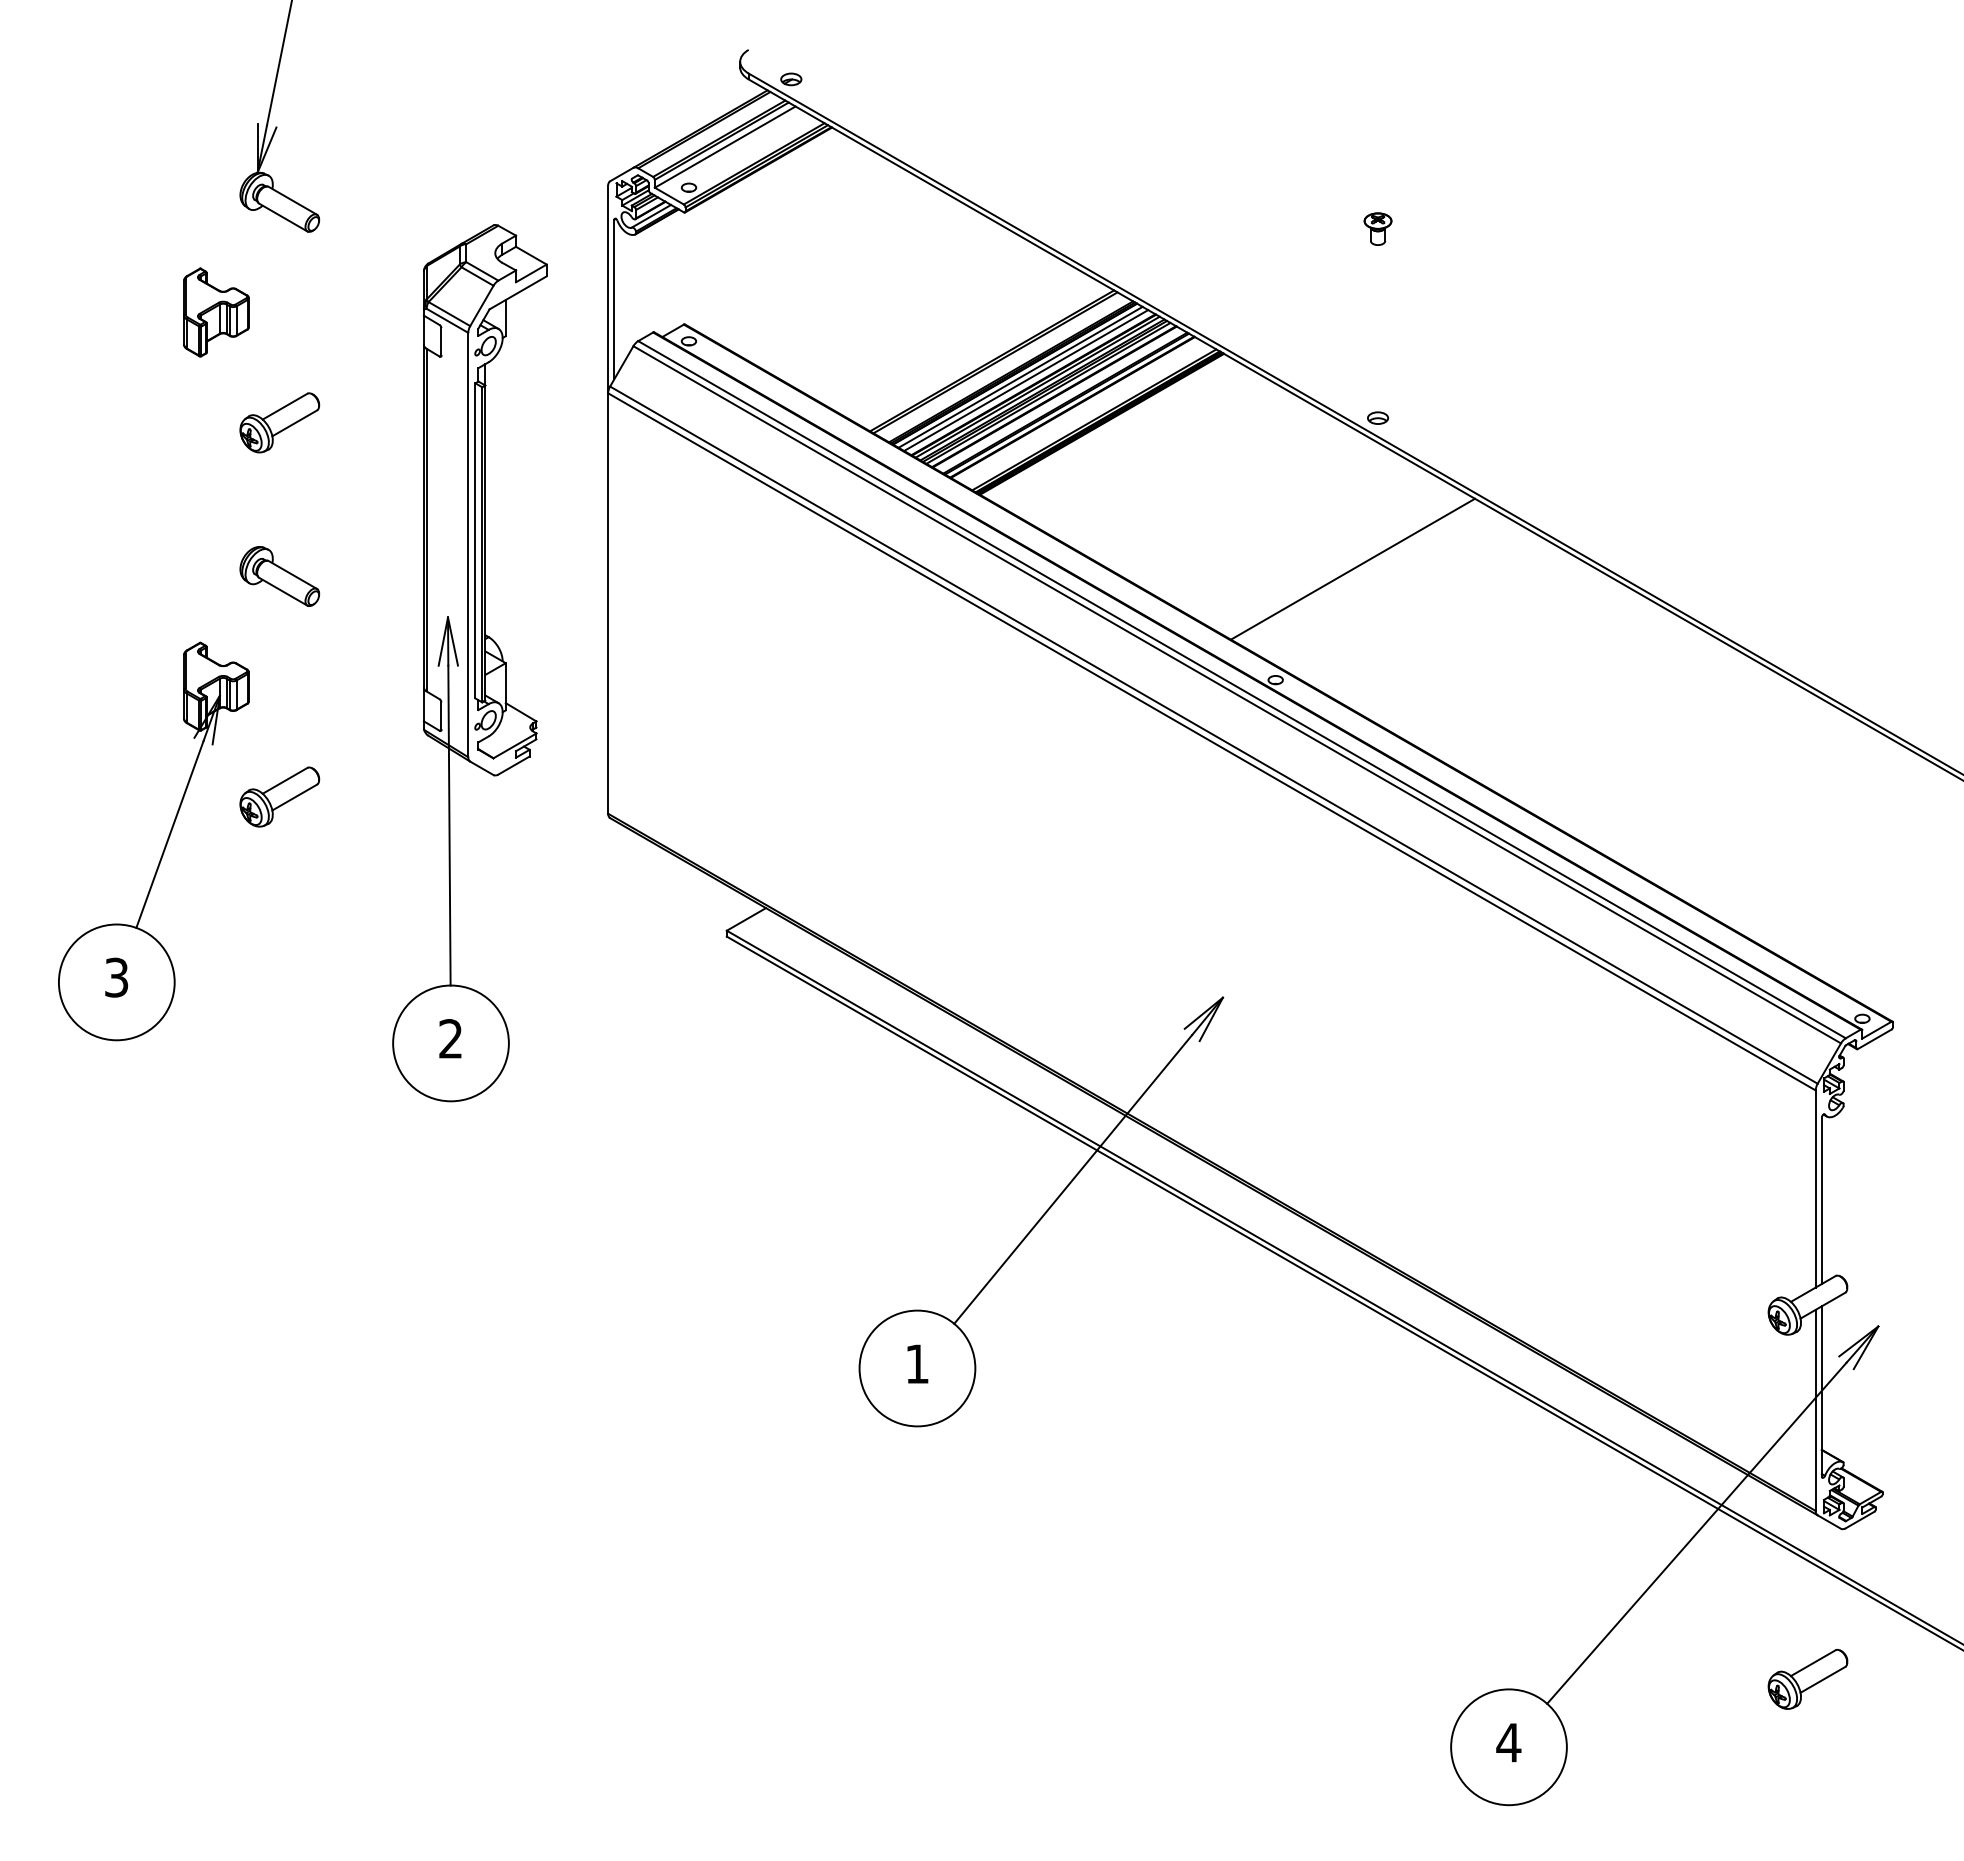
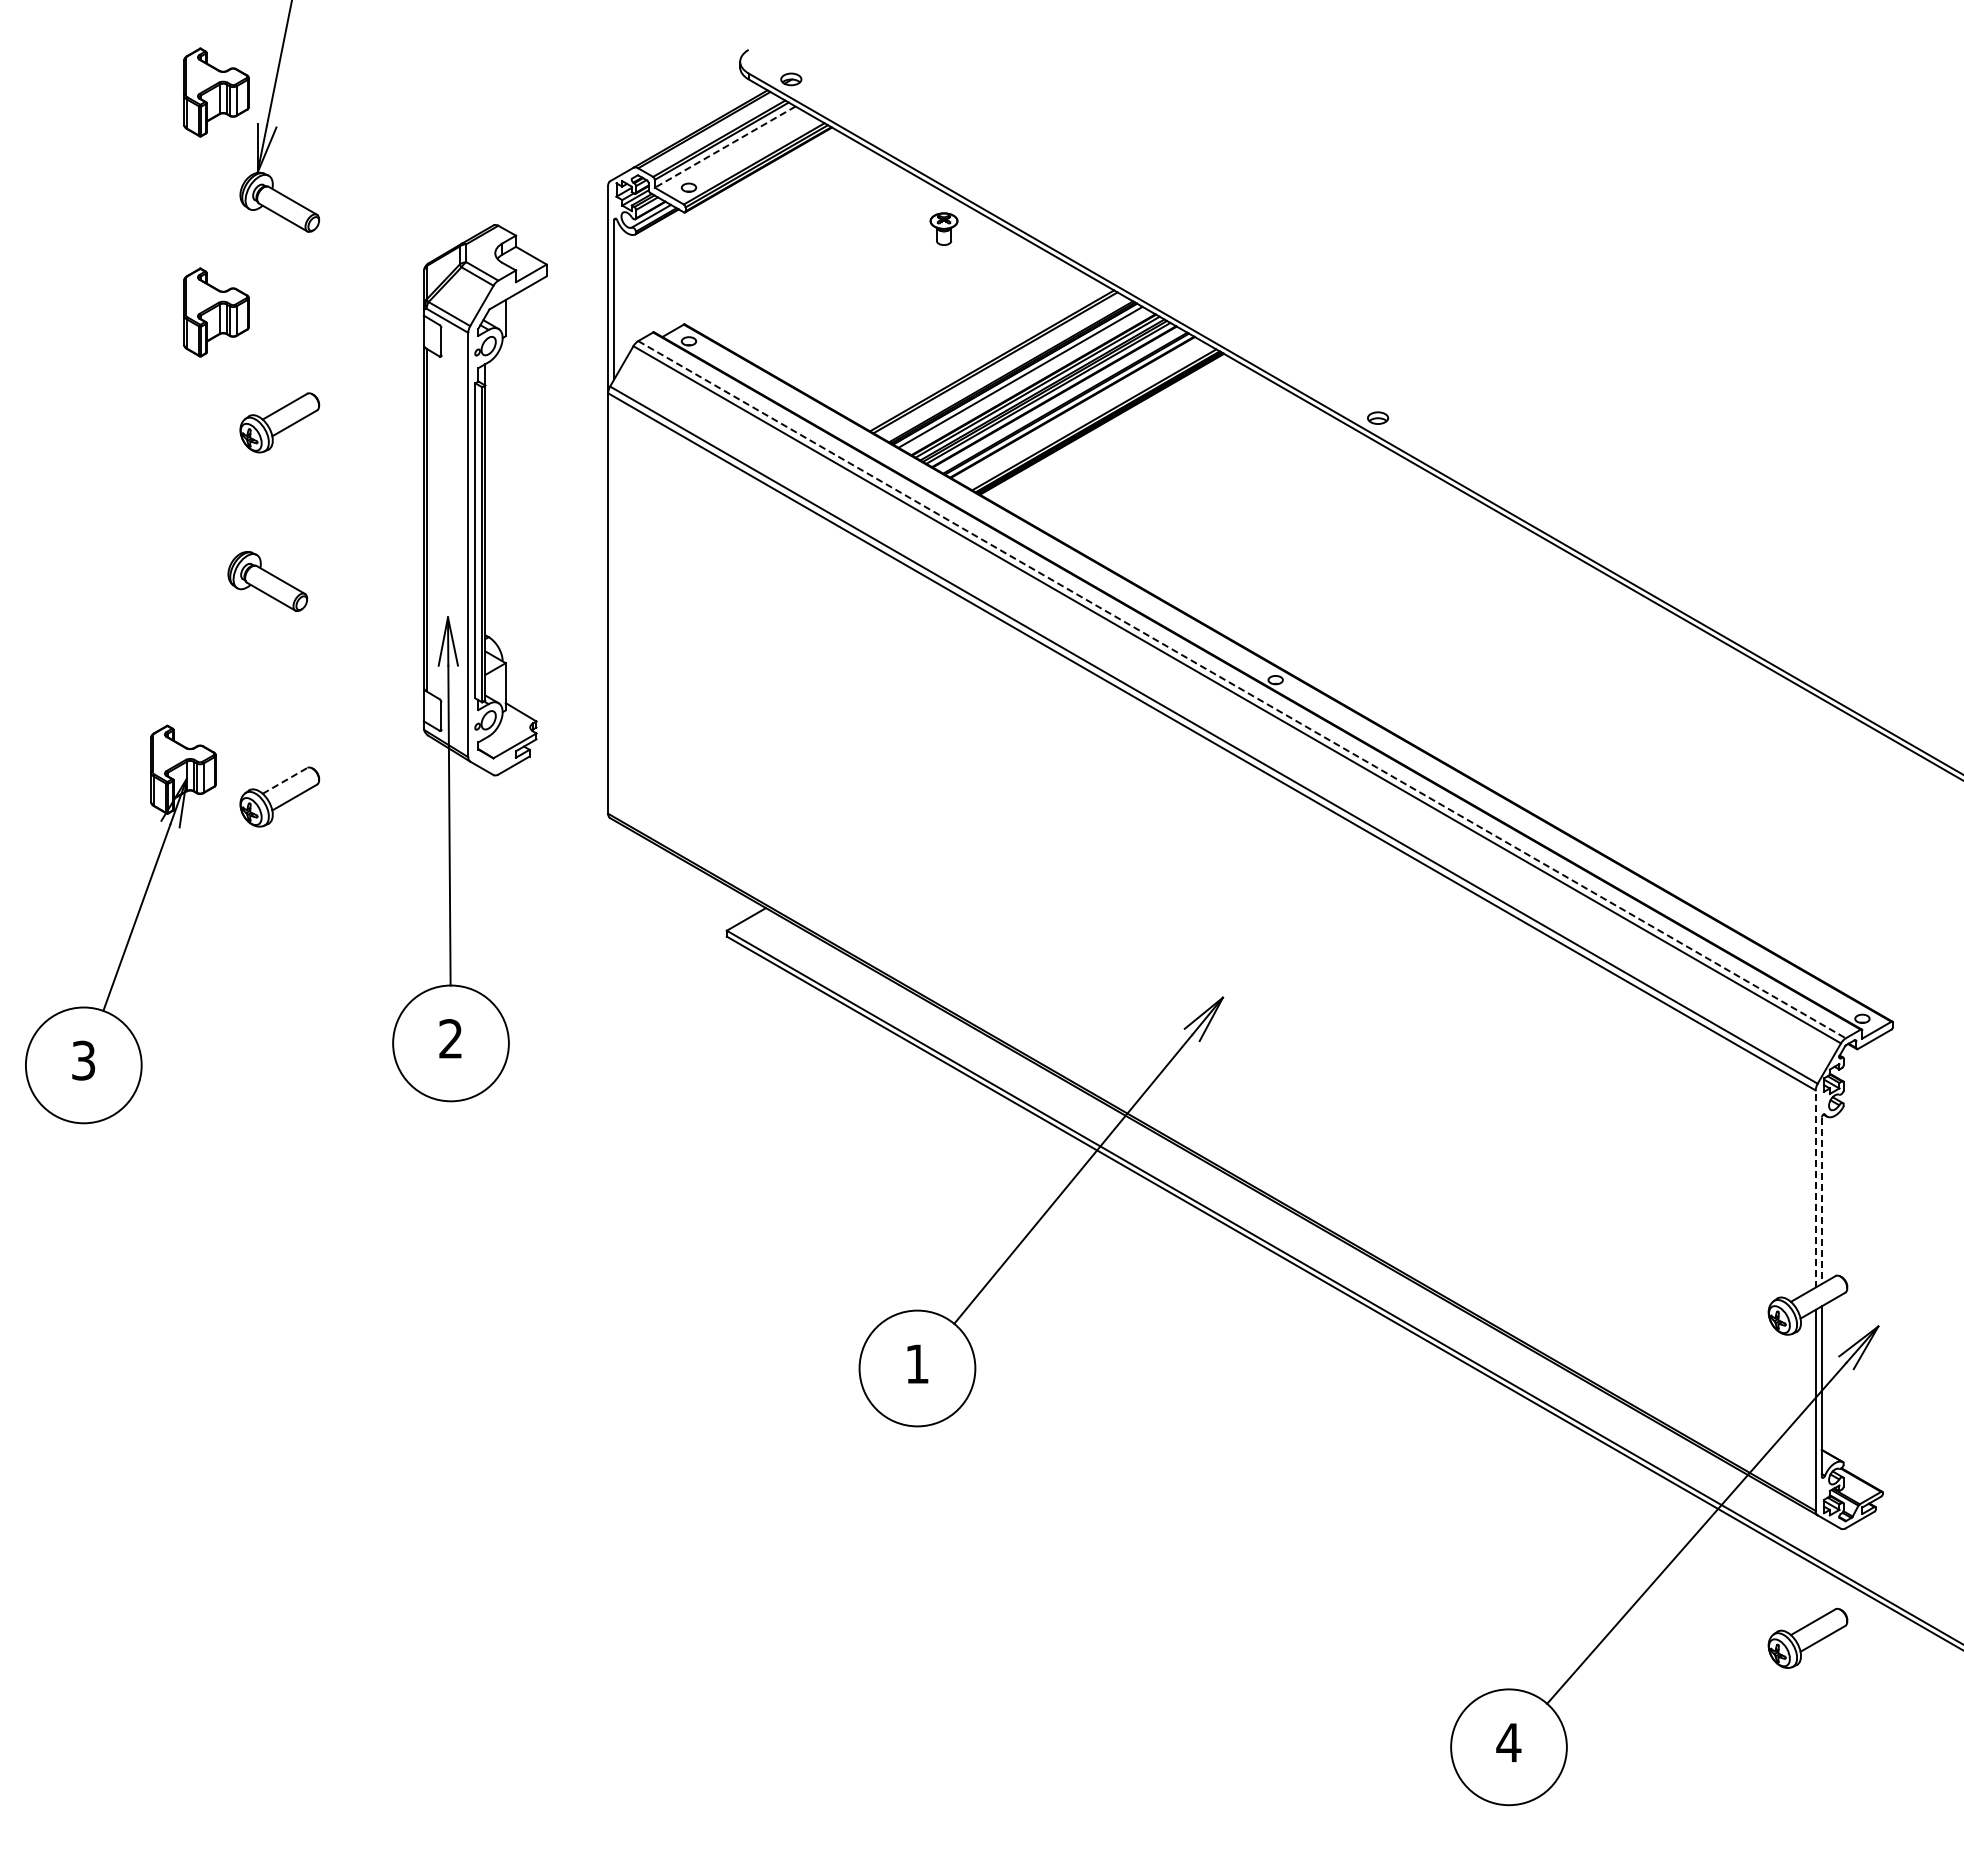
part at (216, 92): none -> present
line at (724, 147): solid -> dashed
part at (1377, 228) position: (1377, 228) -> (943, 228)
line at (1026, 380): present -> none
line at (1352, 568): present -> none
part at (279, 576) position: (279, 576) -> (267, 581)
line at (1242, 689): solid -> dashed
line at (285, 780): solid -> dashed
part at (164, 846) position: (164, 846) -> (131, 929)
line at (1815, 1189): solid -> dashed
line at (1821, 1201): solid -> dashed
part at (1807, 1678) position: (1807, 1678) -> (1807, 1637)
